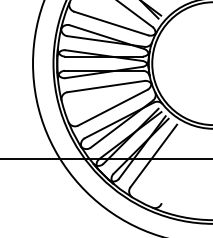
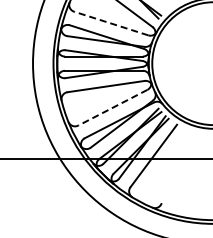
line at (111, 23): solid -> dashed
line at (112, 107): solid -> dashed
